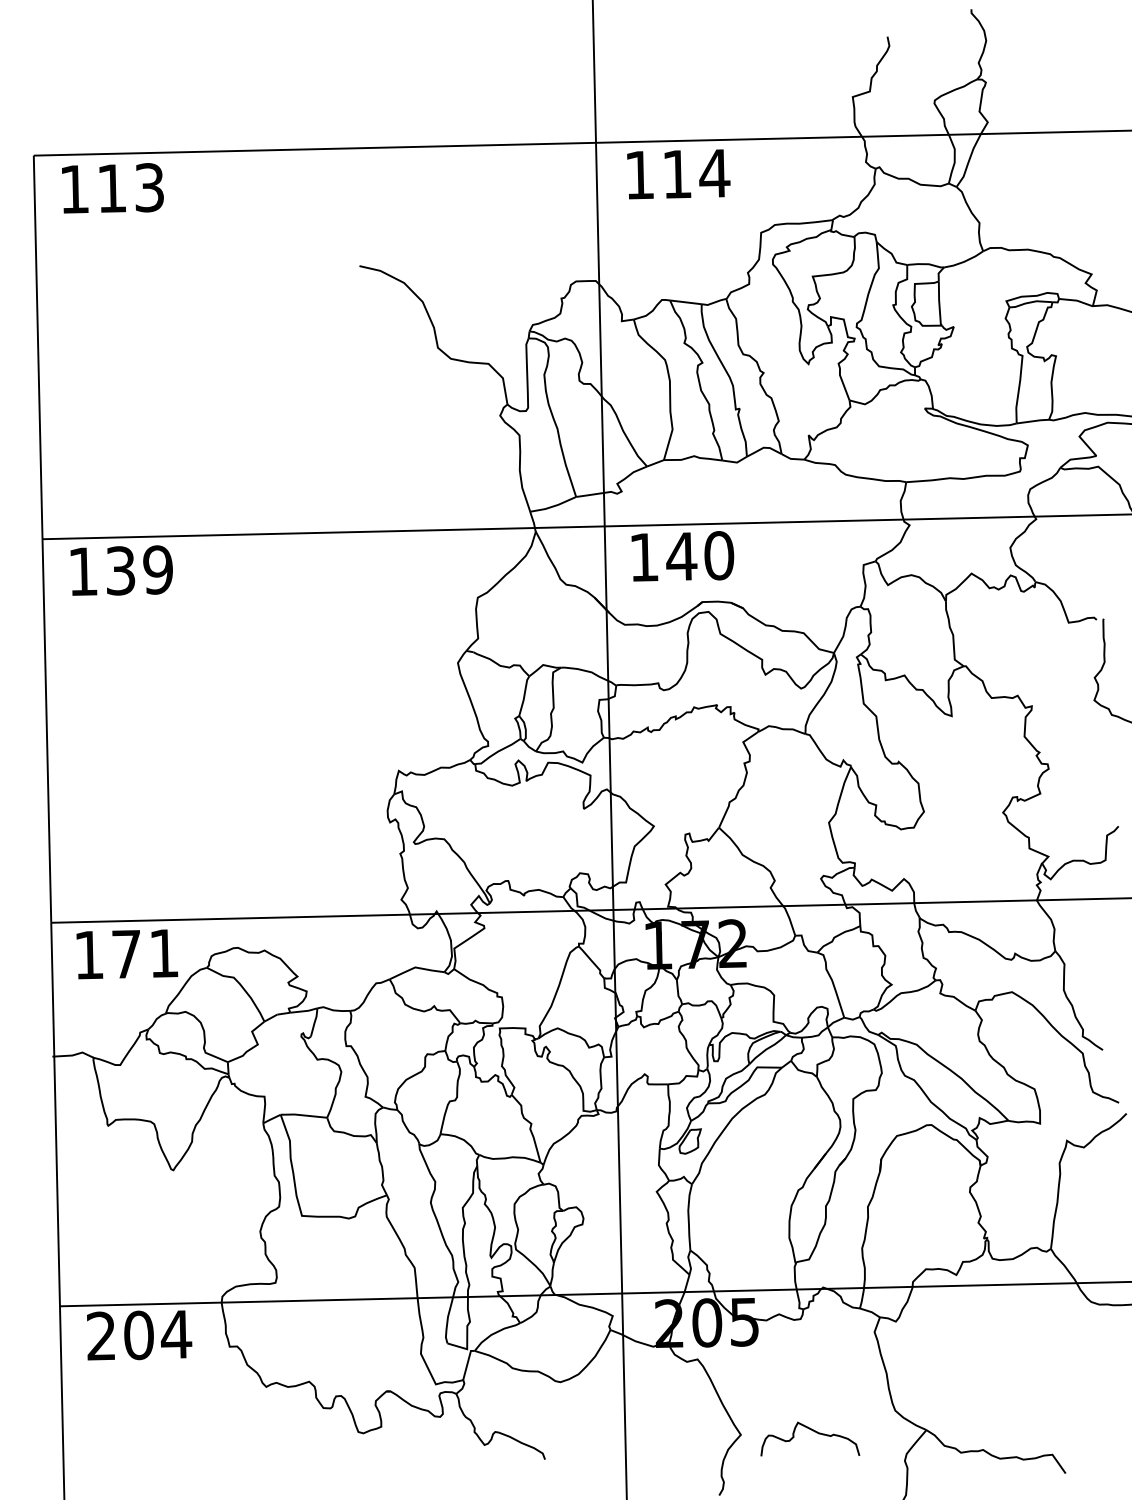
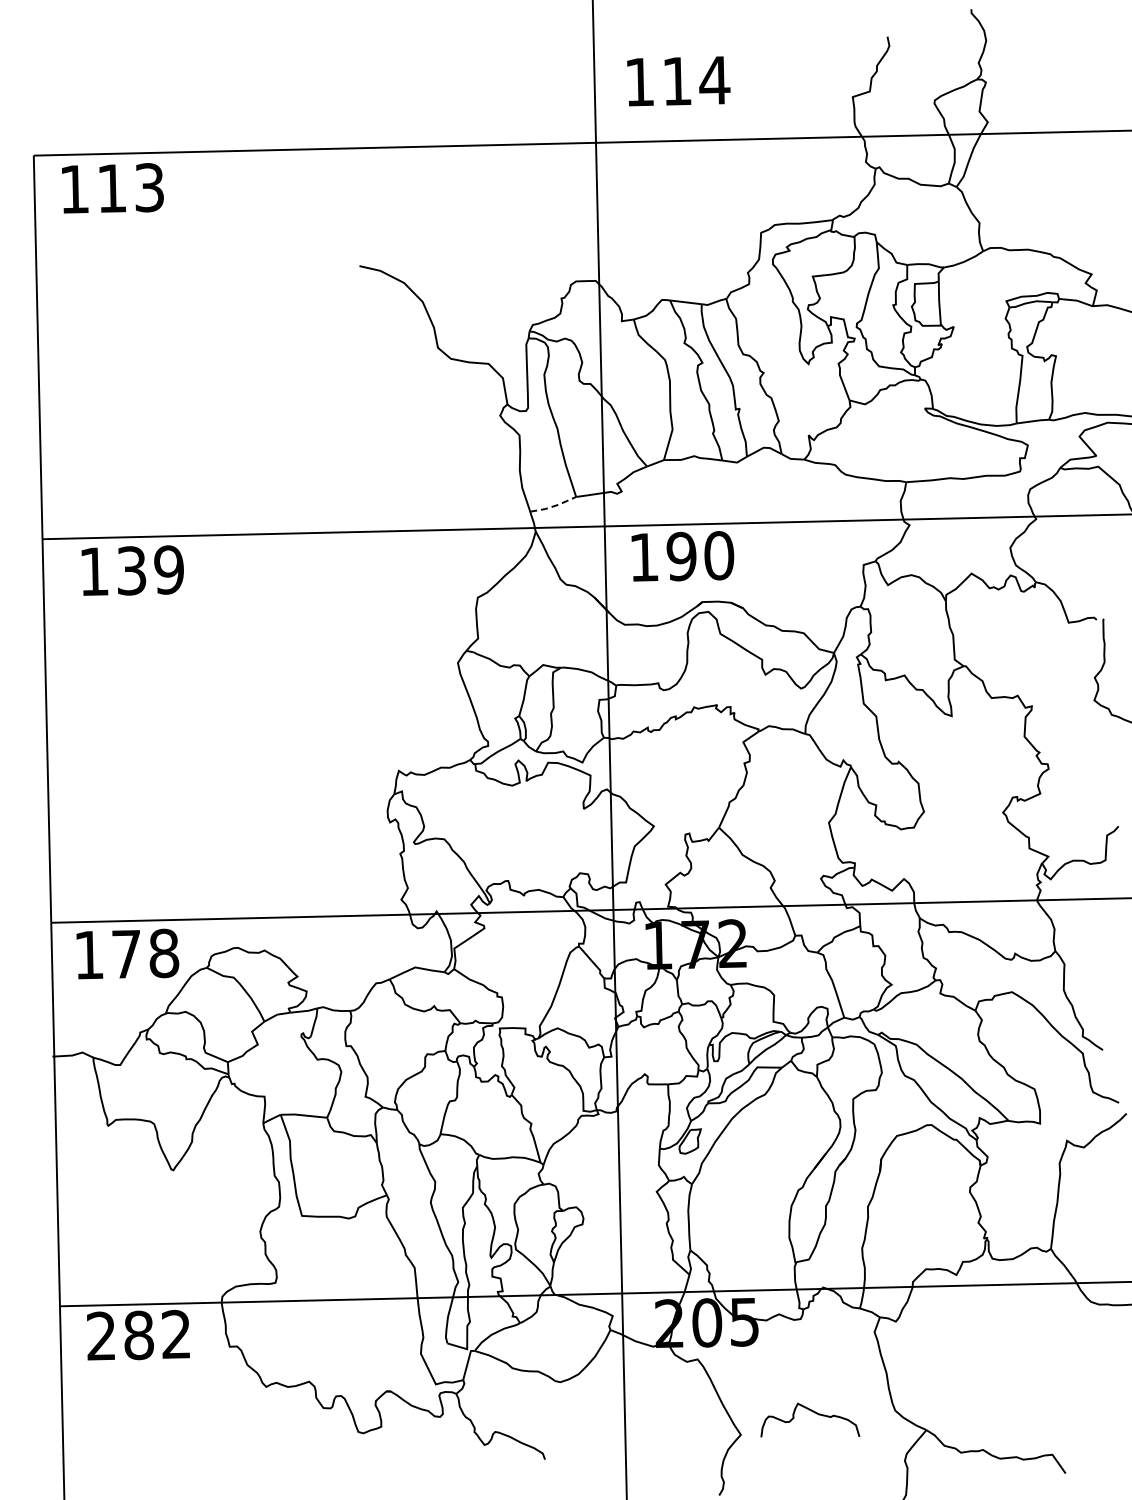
text at (678, 174) position: (678, 174) -> (678, 81)
line at (553, 506): solid -> dashed
text at (681, 556): 140 -> 190
text at (121, 570) position: (121, 570) -> (132, 570)
text at (164, 953): 171 -> 178
text at (158, 1334): 204 -> 282
curve at (814, 1432) position: (814, 1432) -> (814, 1413)
